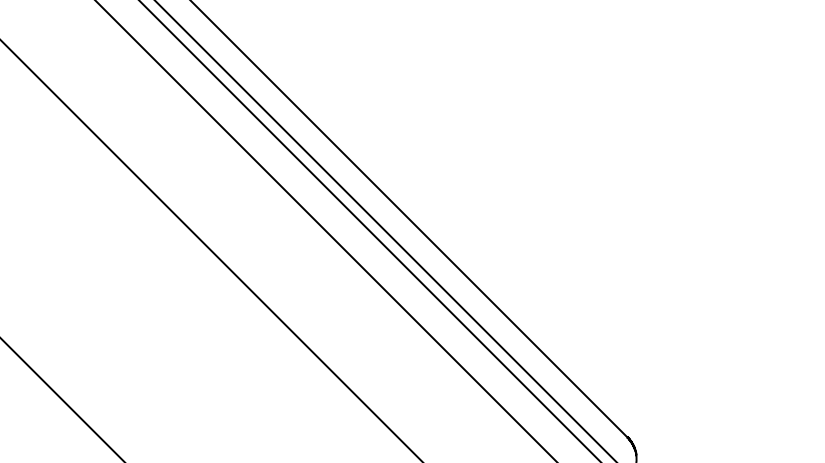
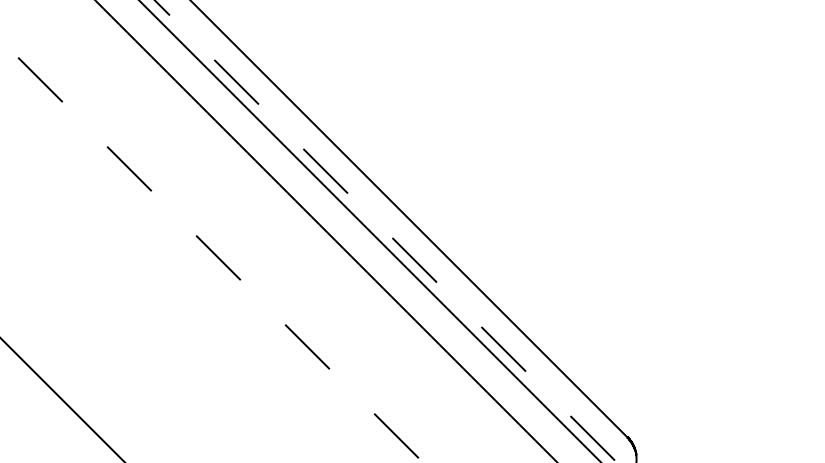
line at (386, 231): solid -> dashed
line at (211, 250): solid -> dashed
